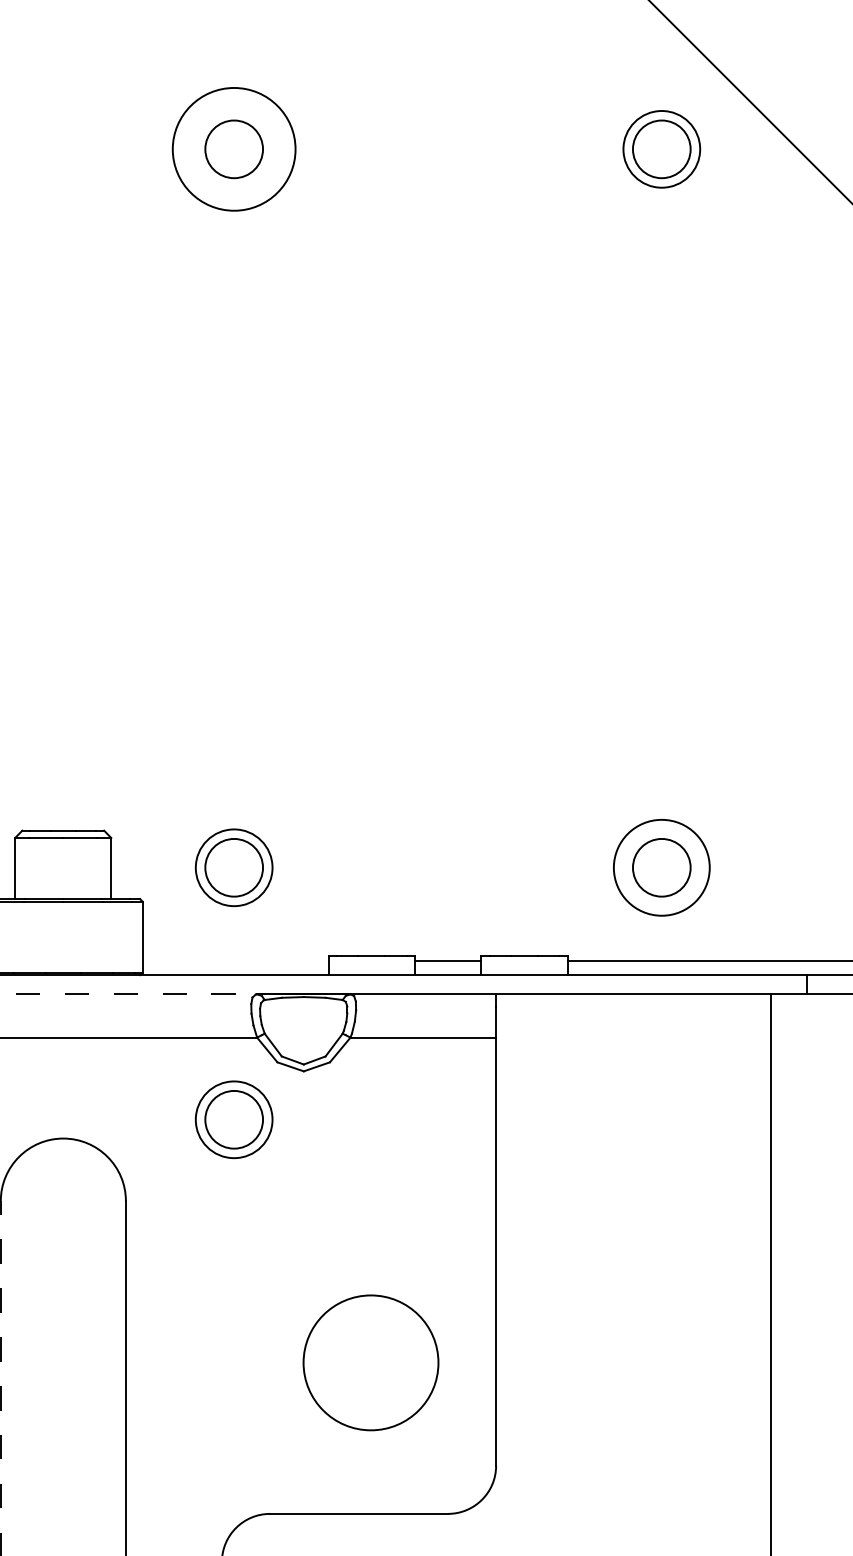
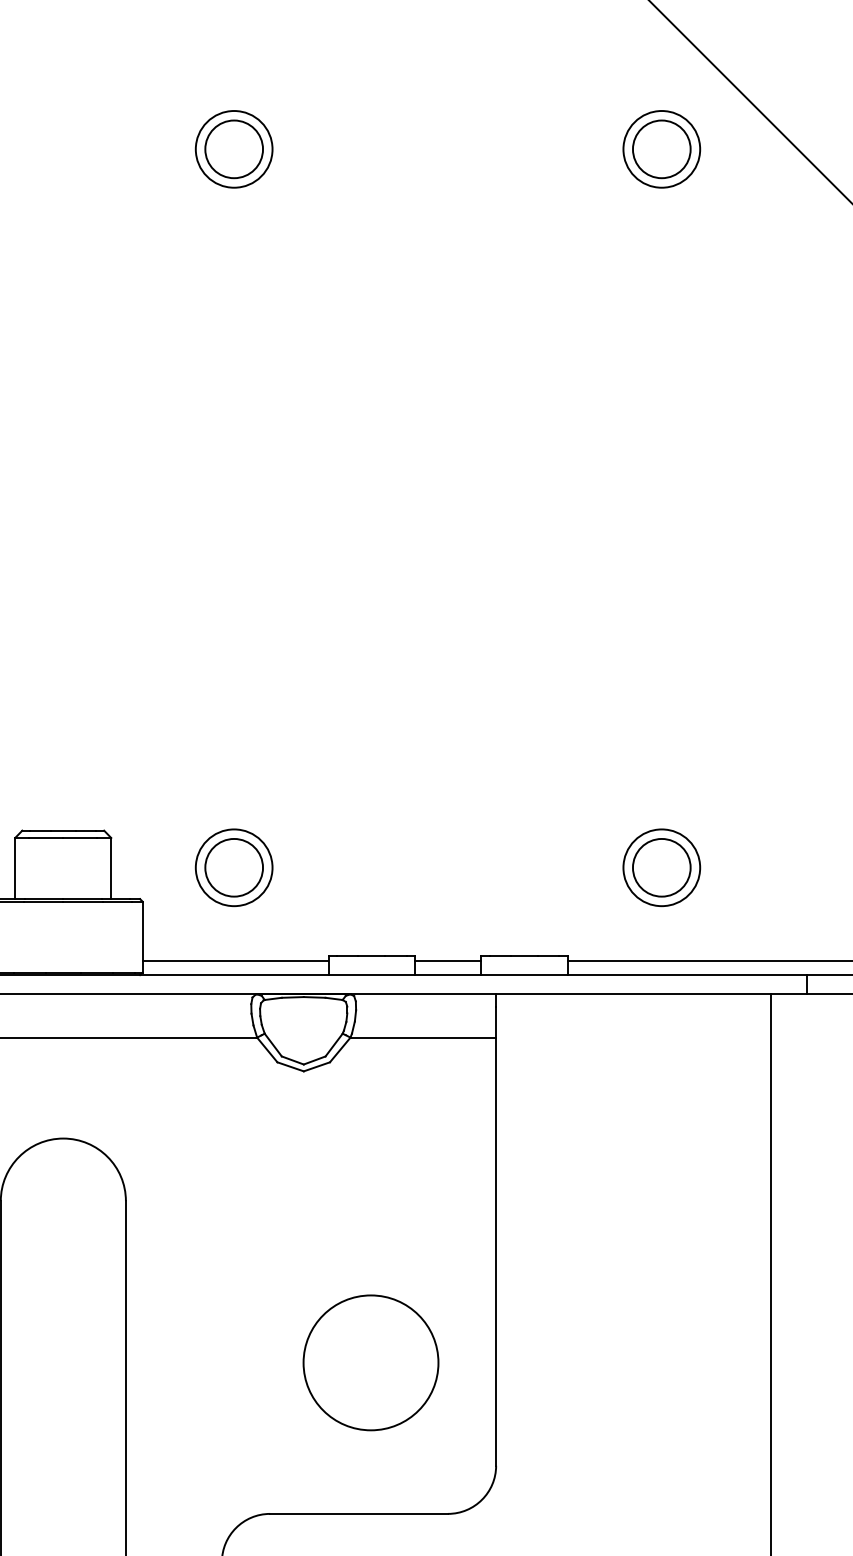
circle at (233, 148) diameter: 123 px -> 77 px
circle at (661, 867) diameter: 96 px -> 77 px
line at (235, 960): none -> present
line at (129, 994): dashed -> solid
part at (233, 1119): present -> none
line at (0, 1377): dashed -> solid
